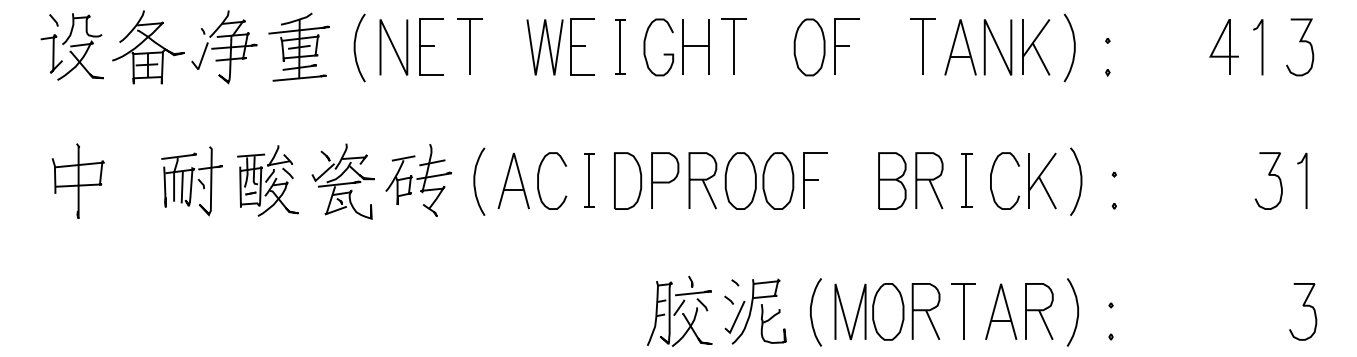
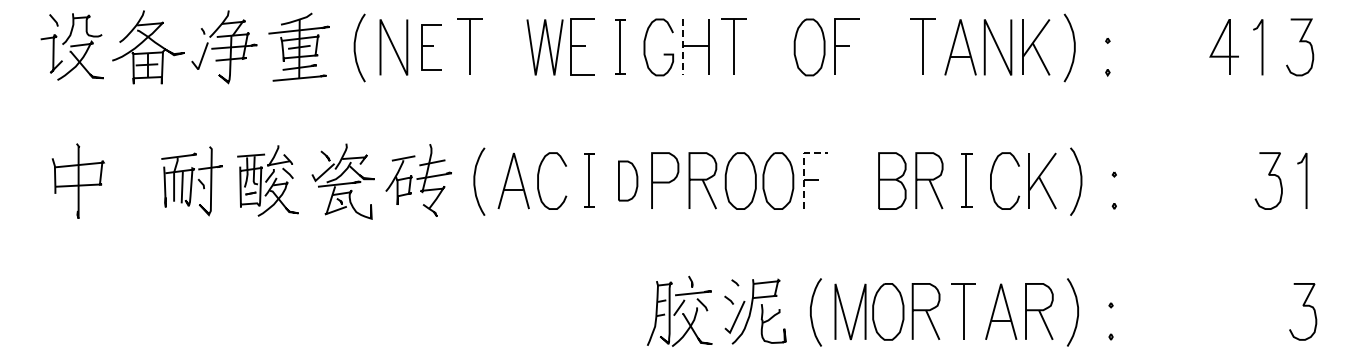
part at (431, 46) size: 25x58 px -> 21x47 px
line at (683, 47): solid -> dashed
line at (804, 168): solid -> dashed
part at (628, 180) size: 29x58 px -> 21x42 px
